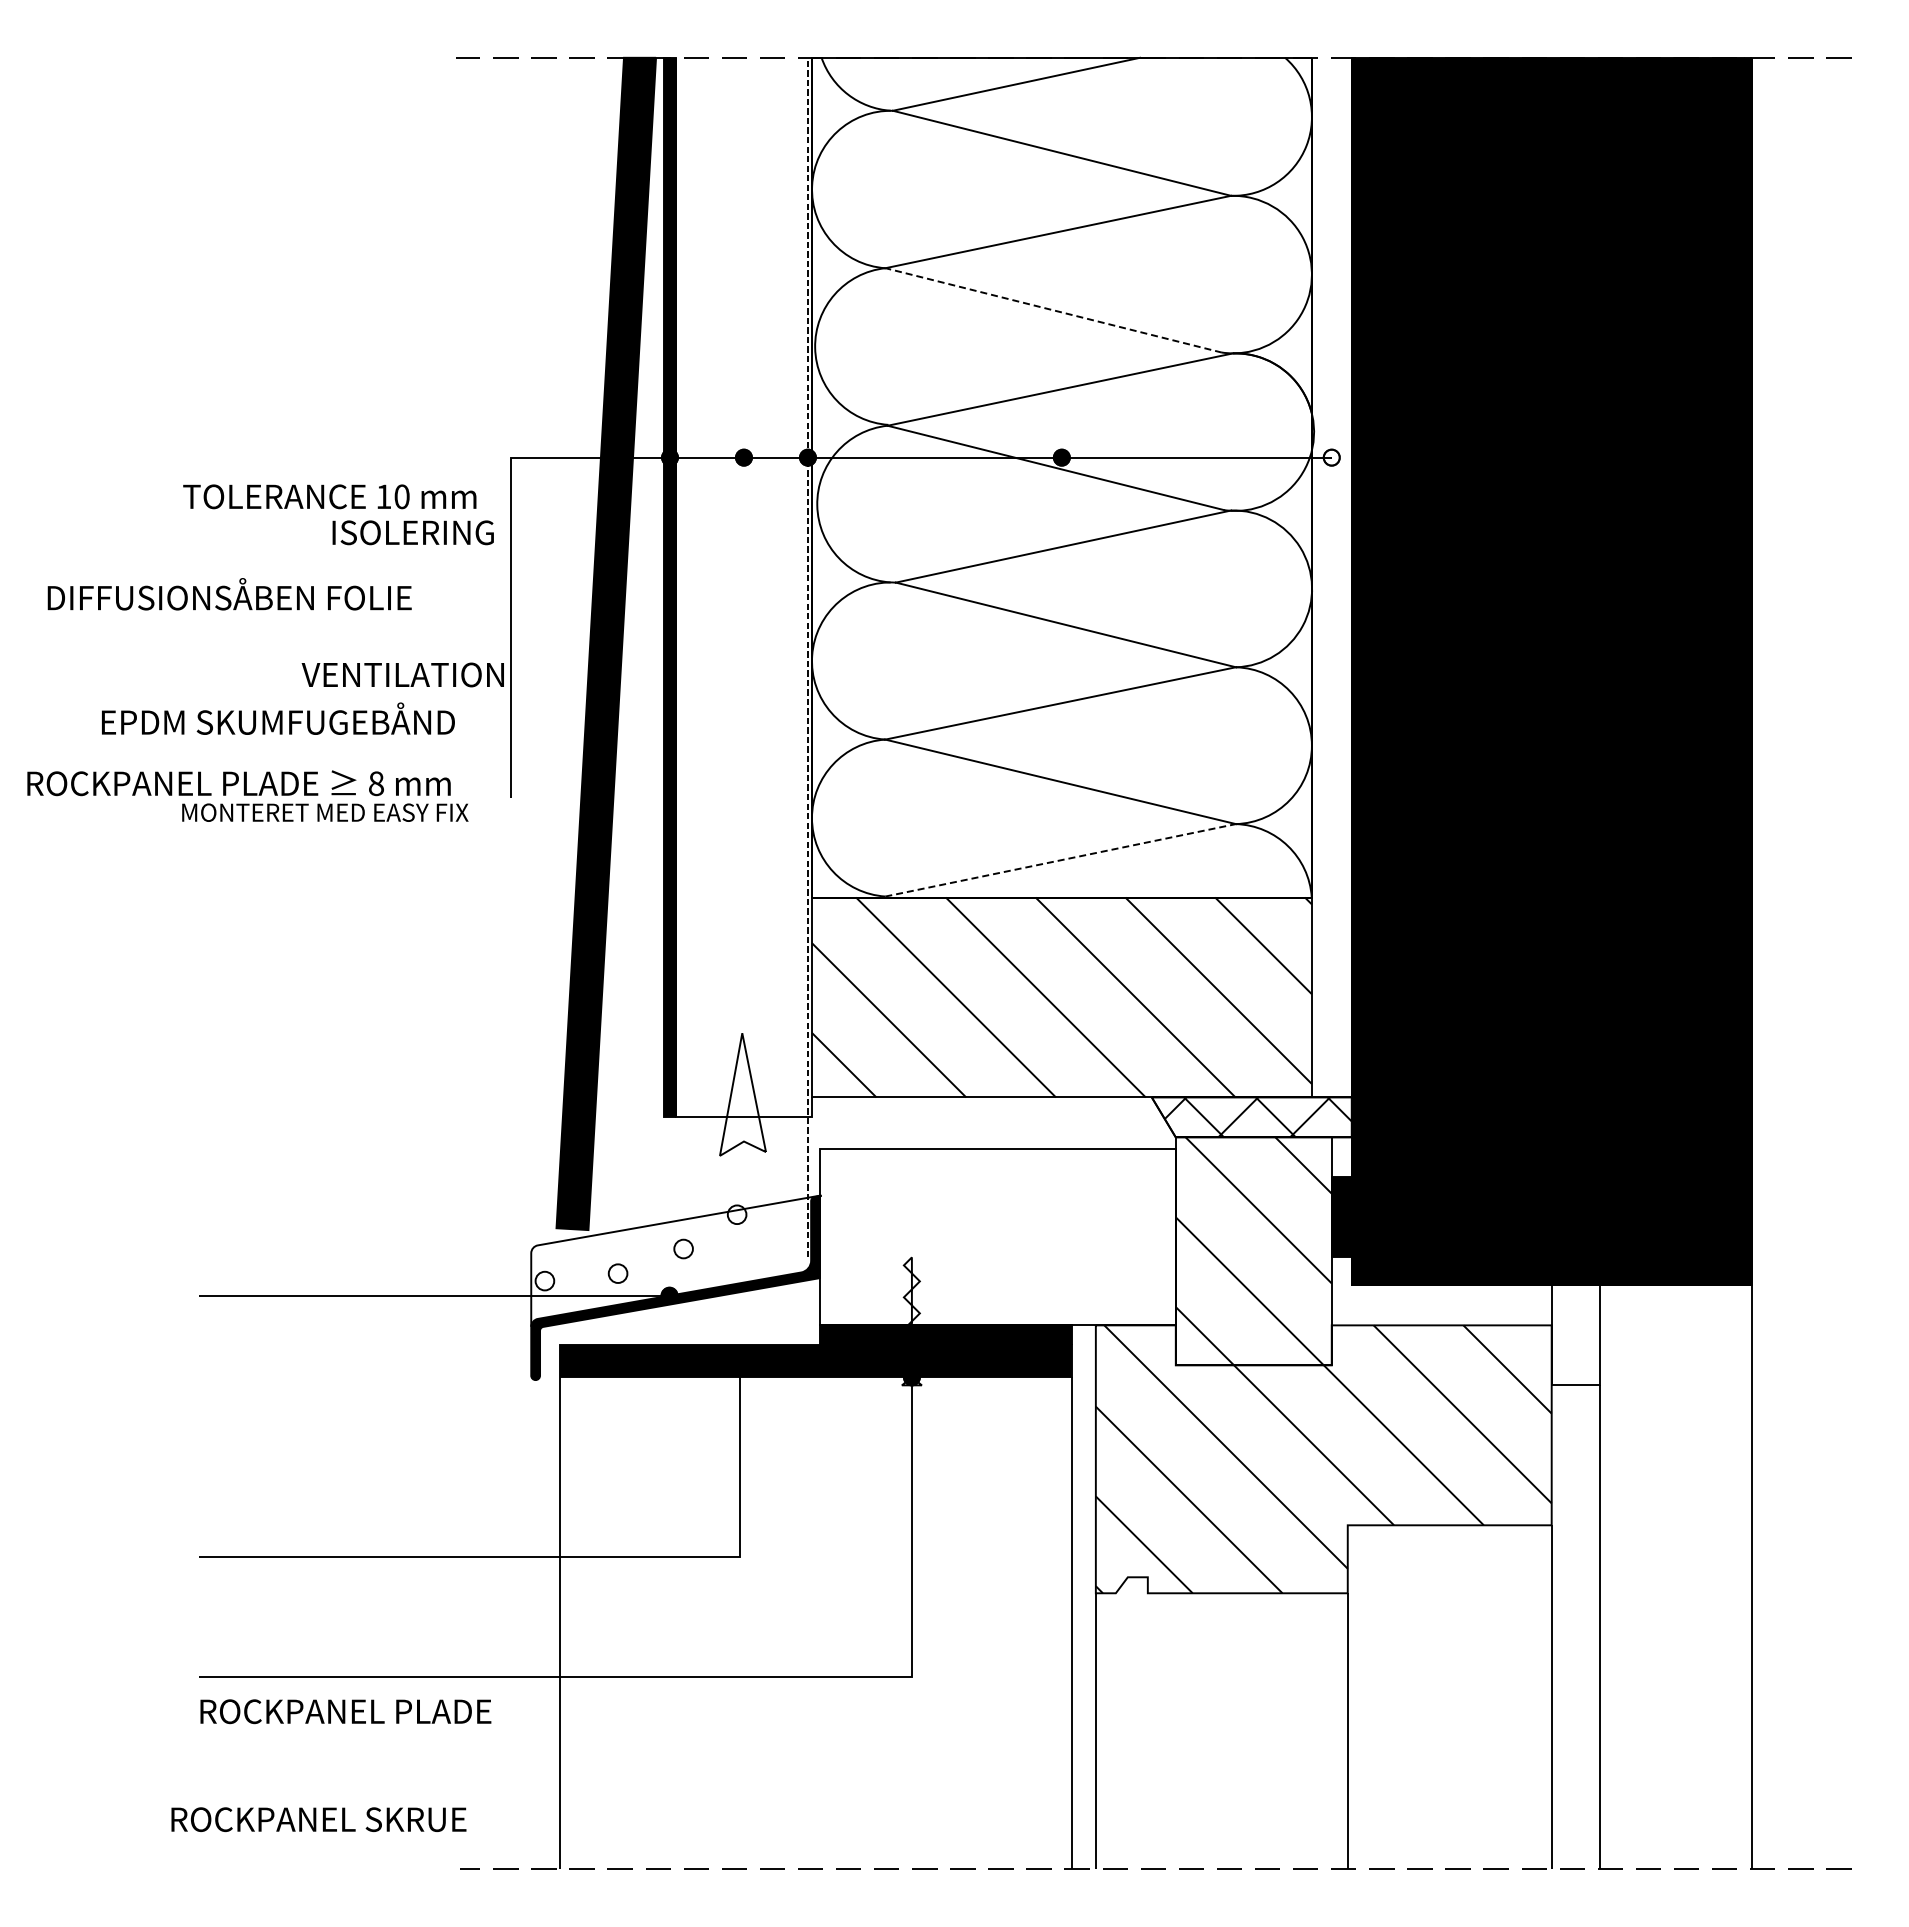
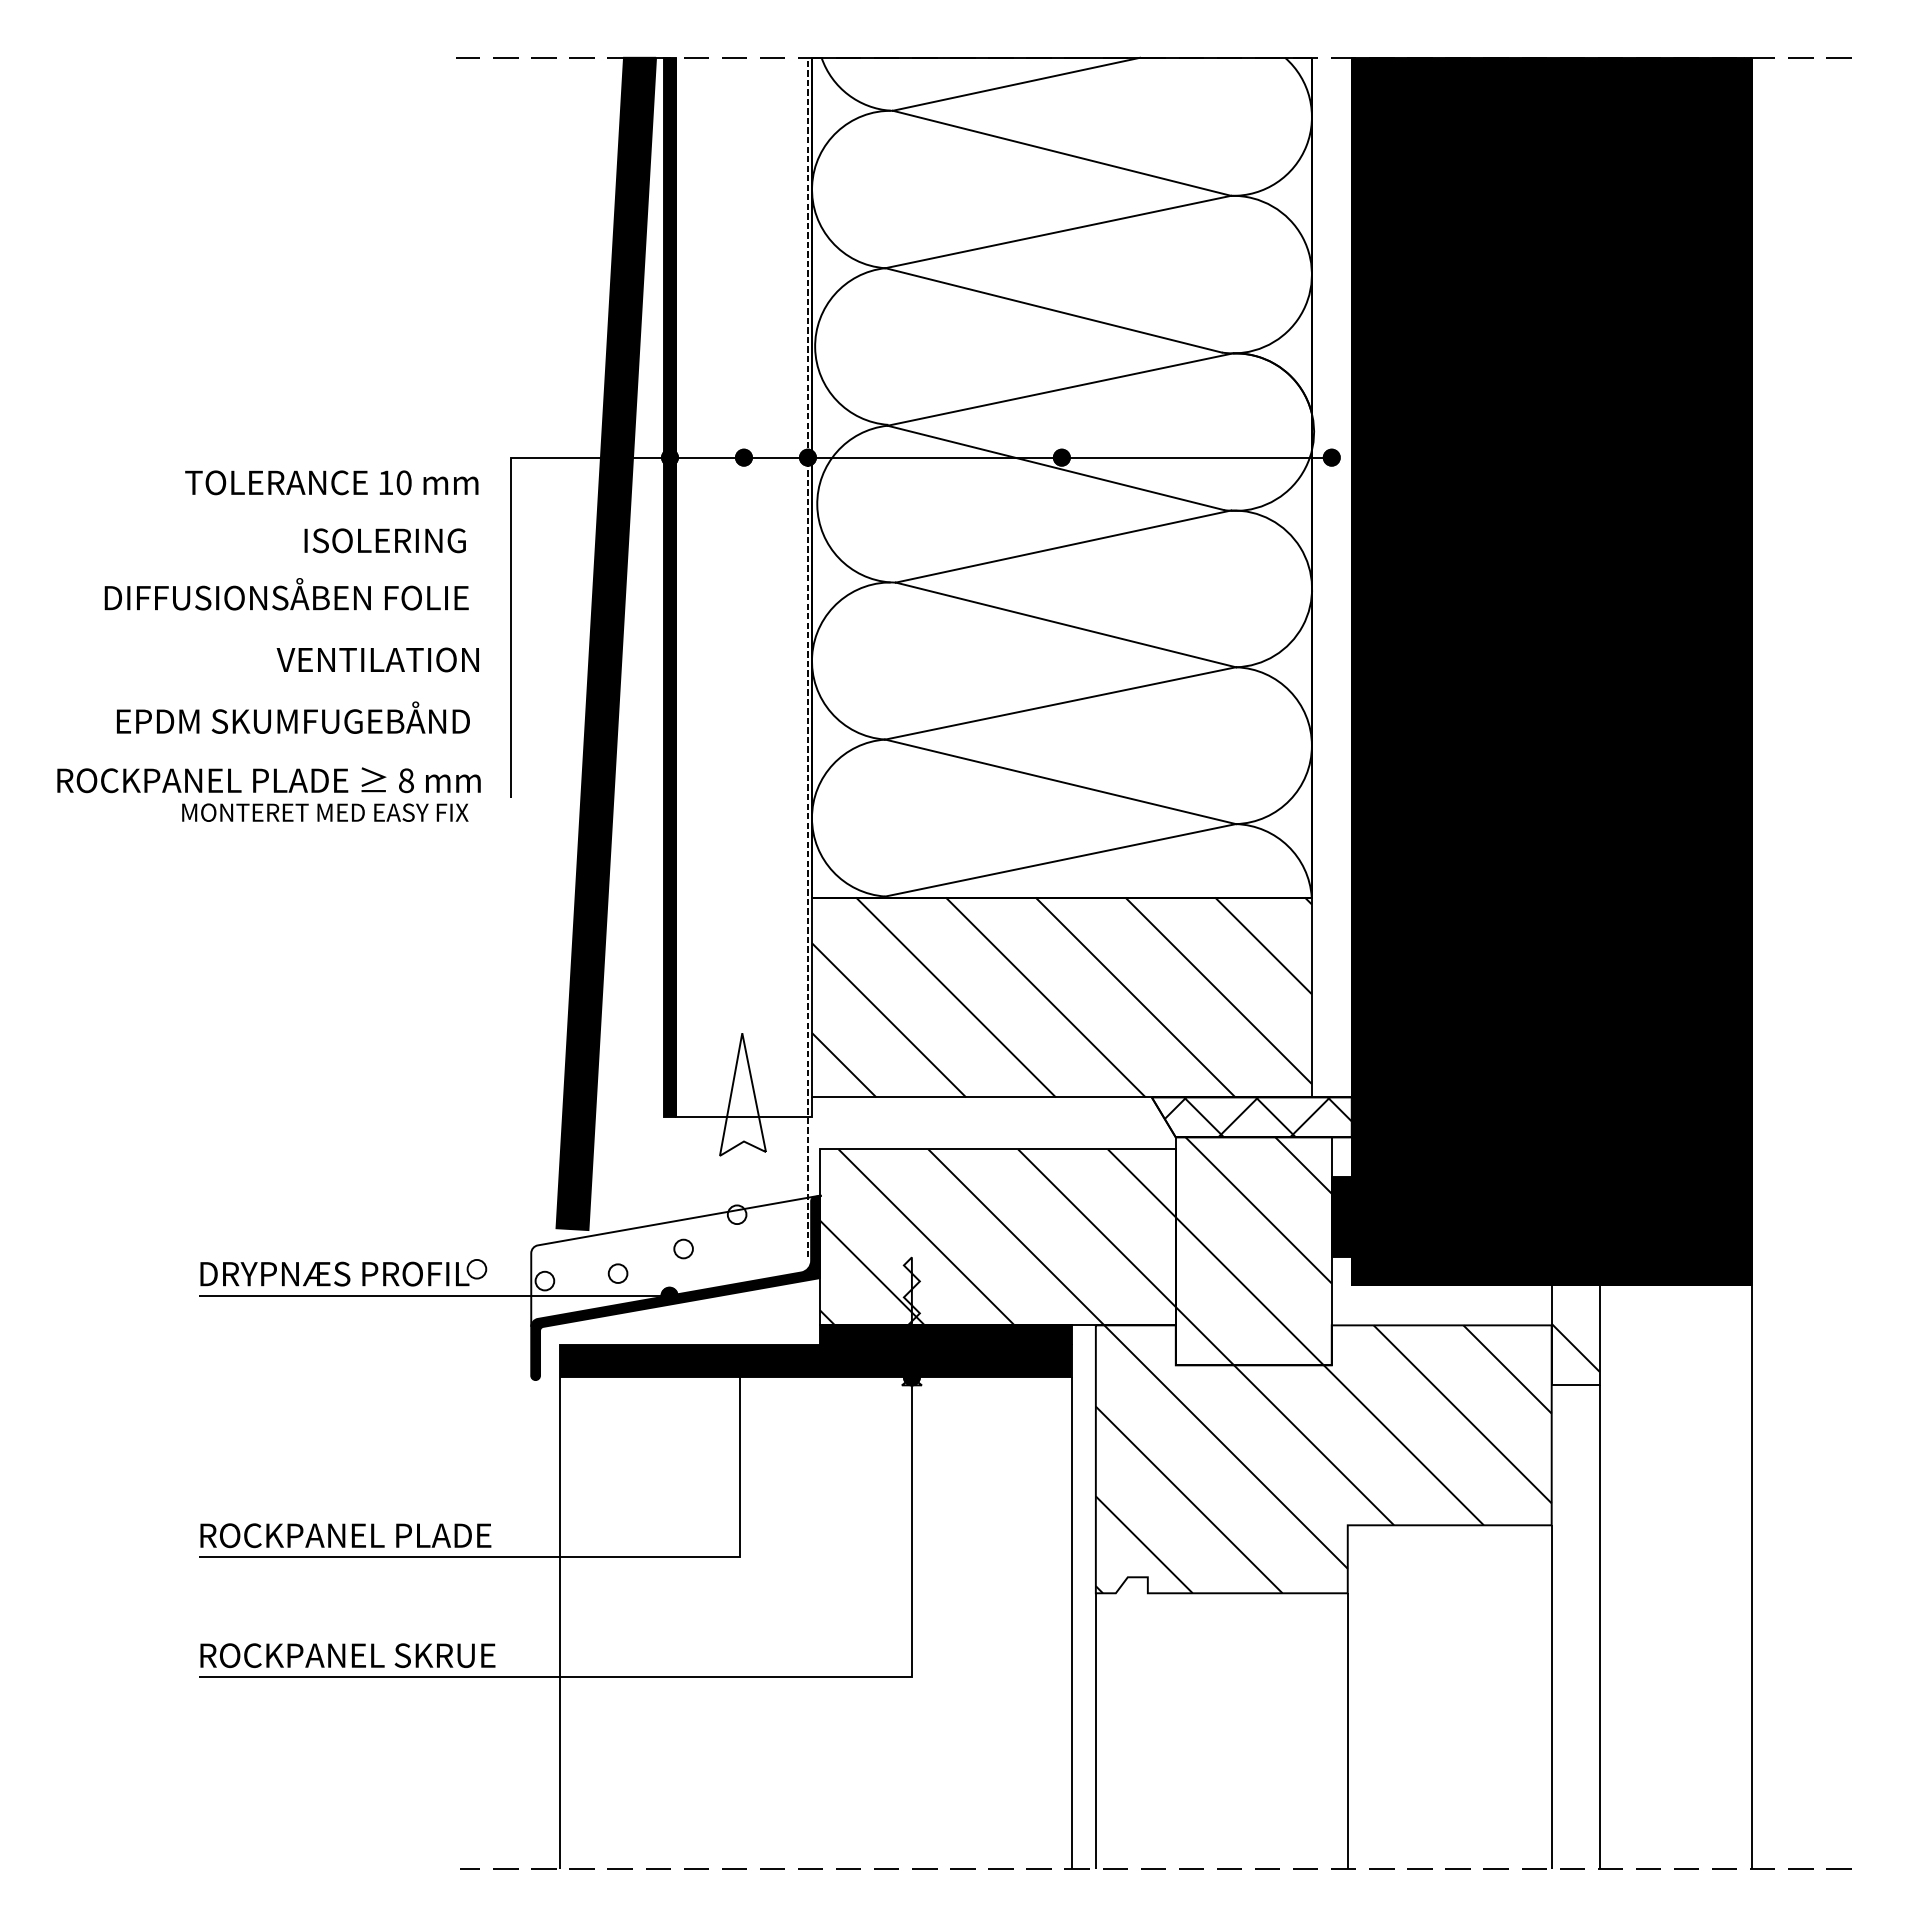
line at (1053, 310): dashed -> solid
fill at (1331, 457): none -> present
text at (329, 496) position: (329, 496) -> (331, 482)
text at (412, 532) position: (412, 532) -> (384, 540)
text at (229, 594) position: (229, 594) -> (286, 594)
text at (402, 674) position: (402, 674) -> (377, 659)
text at (278, 718) position: (278, 718) -> (293, 717)
text at (238, 783) position: (238, 783) -> (268, 780)
line at (1061, 860): dashed -> solid
hatch at (997, 1237): none -> present
part at (343, 1272): none -> present
hatch at (1575, 1347): none -> present
text at (345, 1711) position: (345, 1711) -> (345, 1535)
text at (318, 1819) position: (318, 1819) -> (347, 1655)
